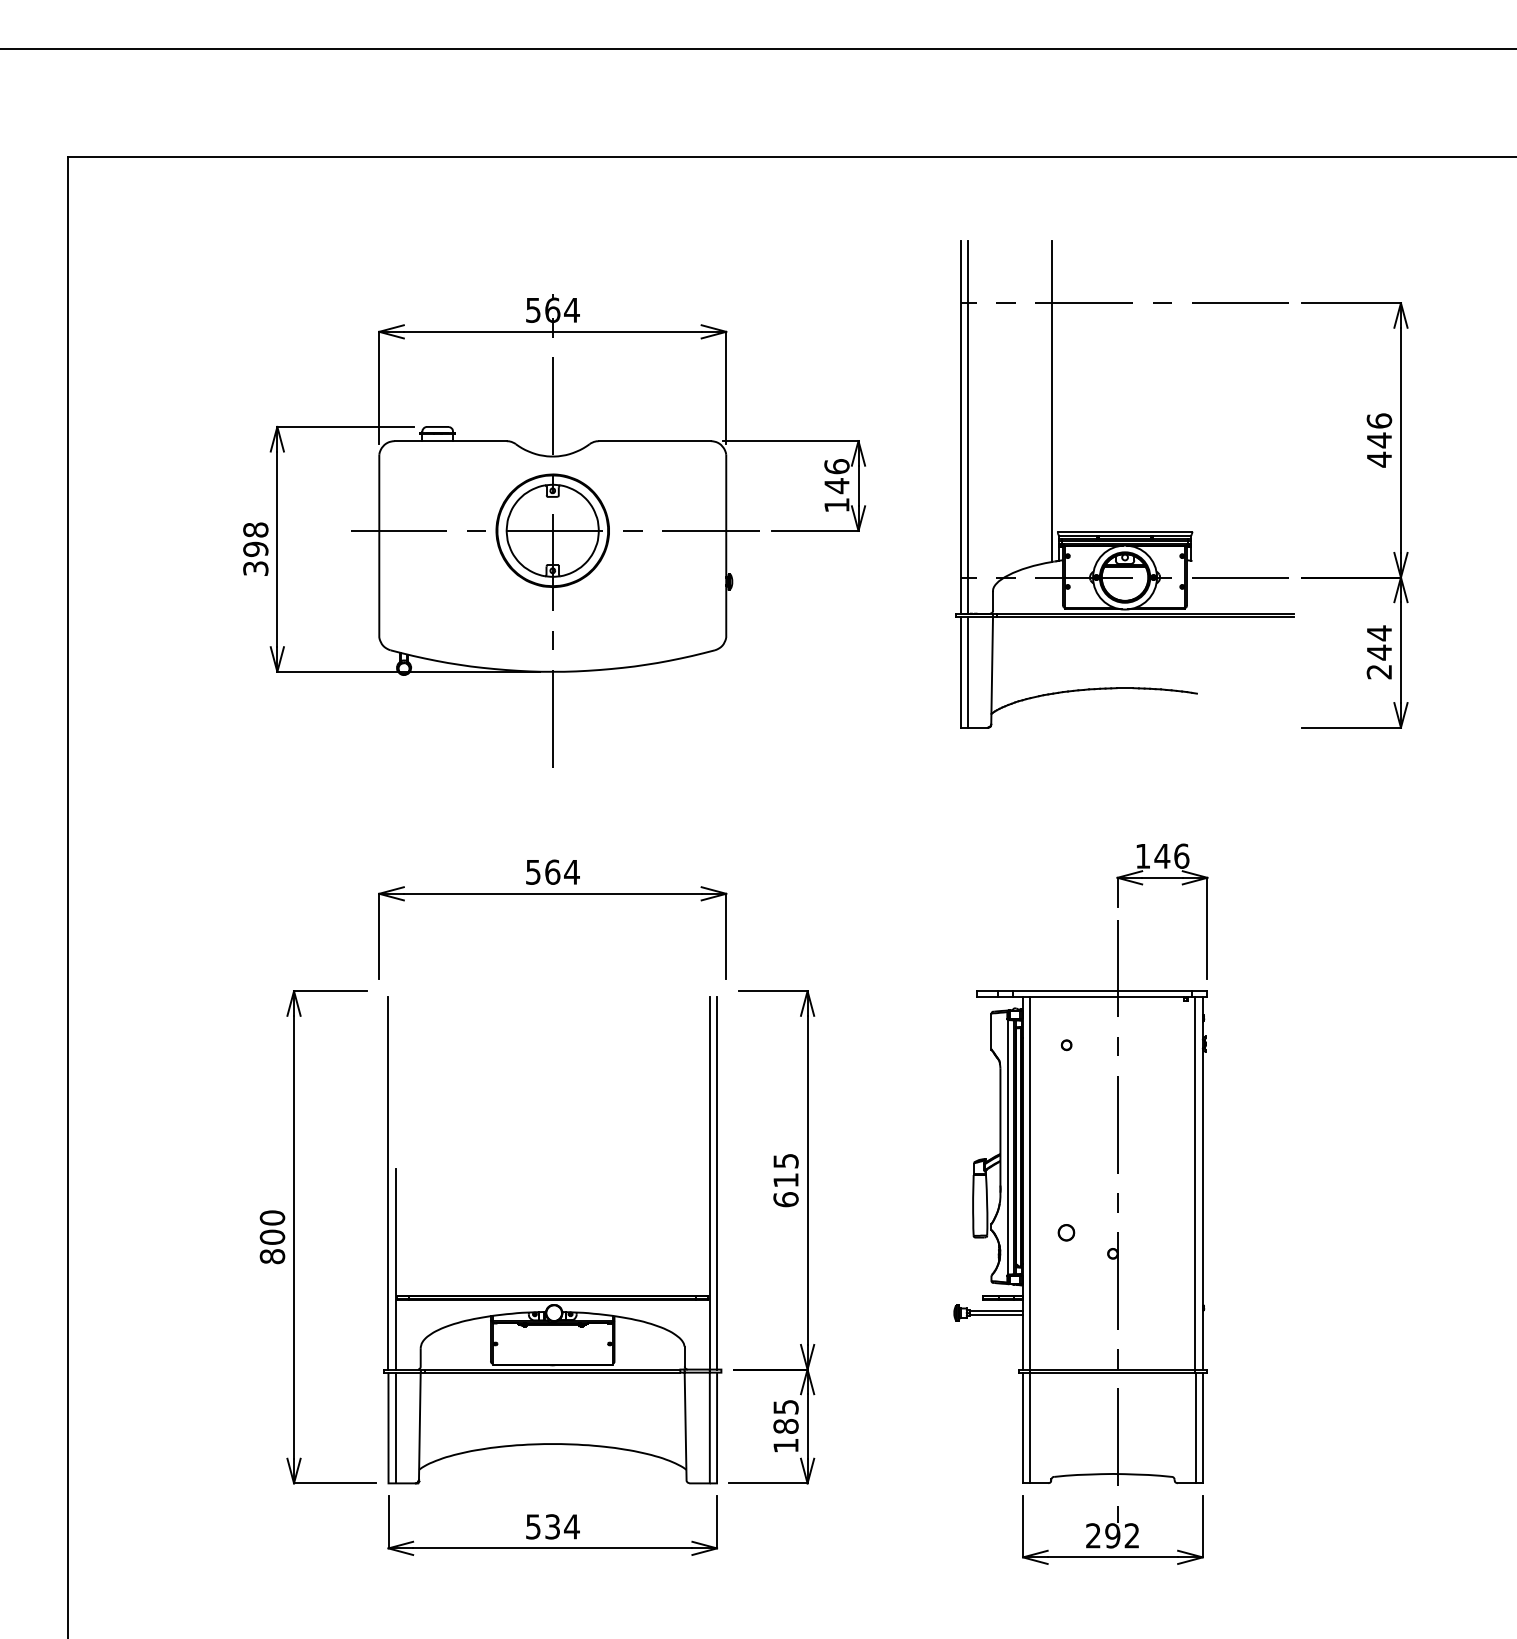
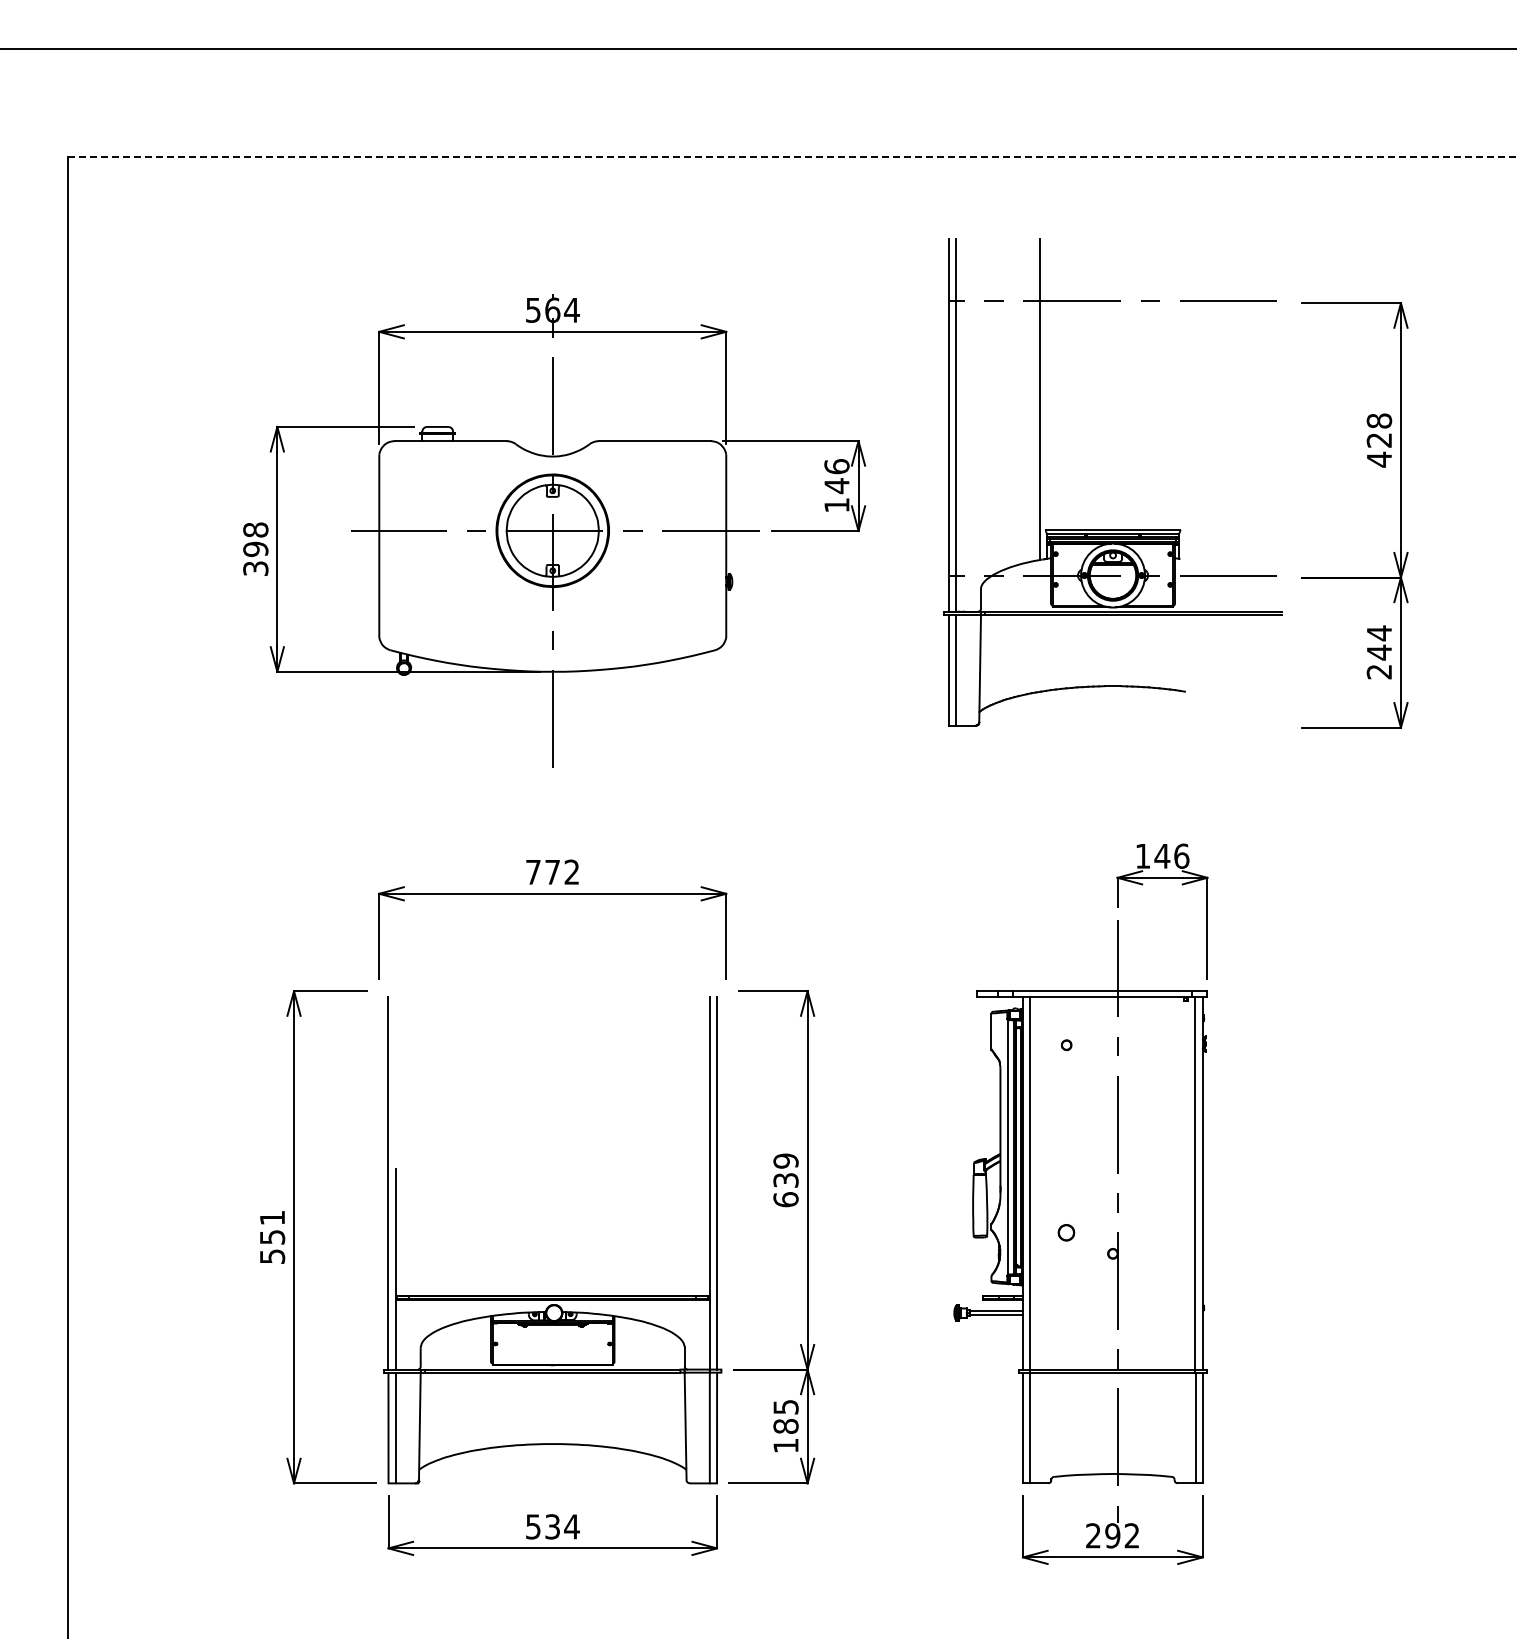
line at (793, 157): solid -> dashed
text at (1378, 430): 446 -> 428
part at (1124, 531) position: (1124, 531) -> (1112, 529)
text at (552, 871): 564 -> 772
text at (785, 1170): 615 -> 639
text at (272, 1237): 800 -> 551
